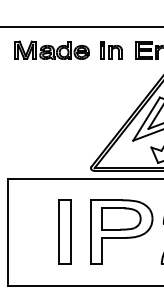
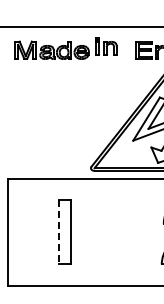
part at (111, 50) position: (111, 50) -> (106, 46)
part at (121, 231): present -> none
line at (59, 232): solid -> dashed
